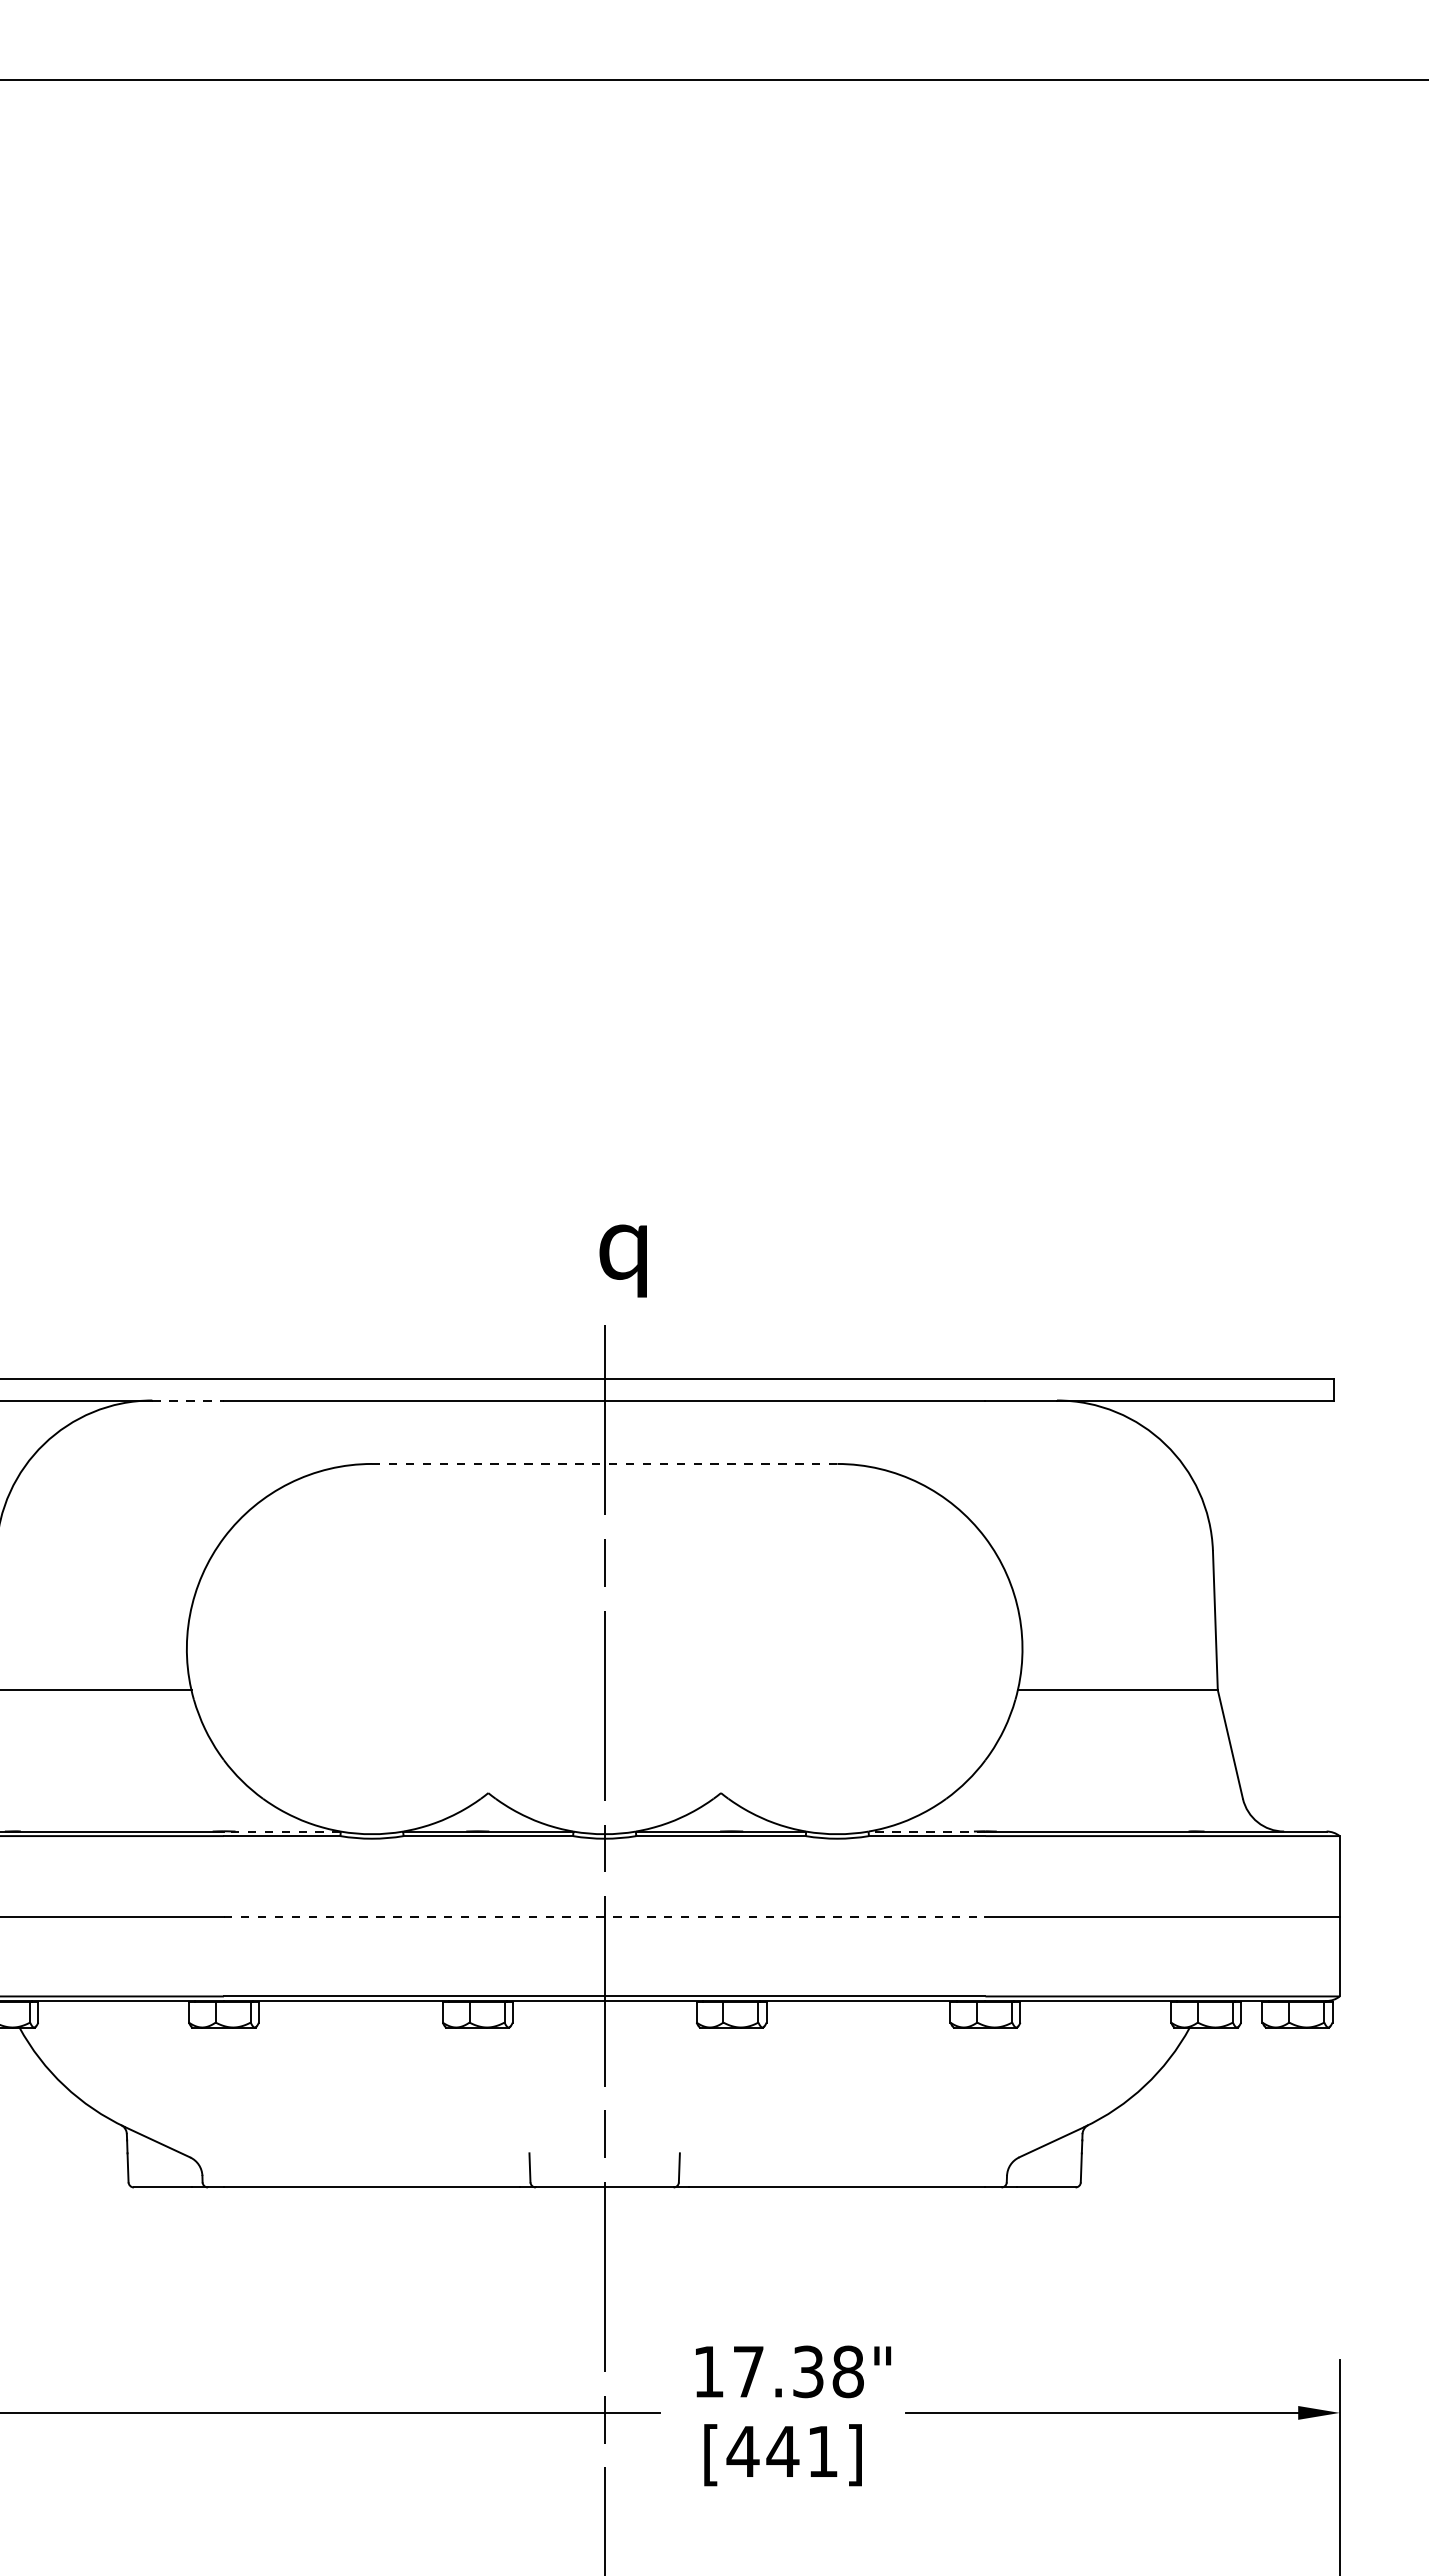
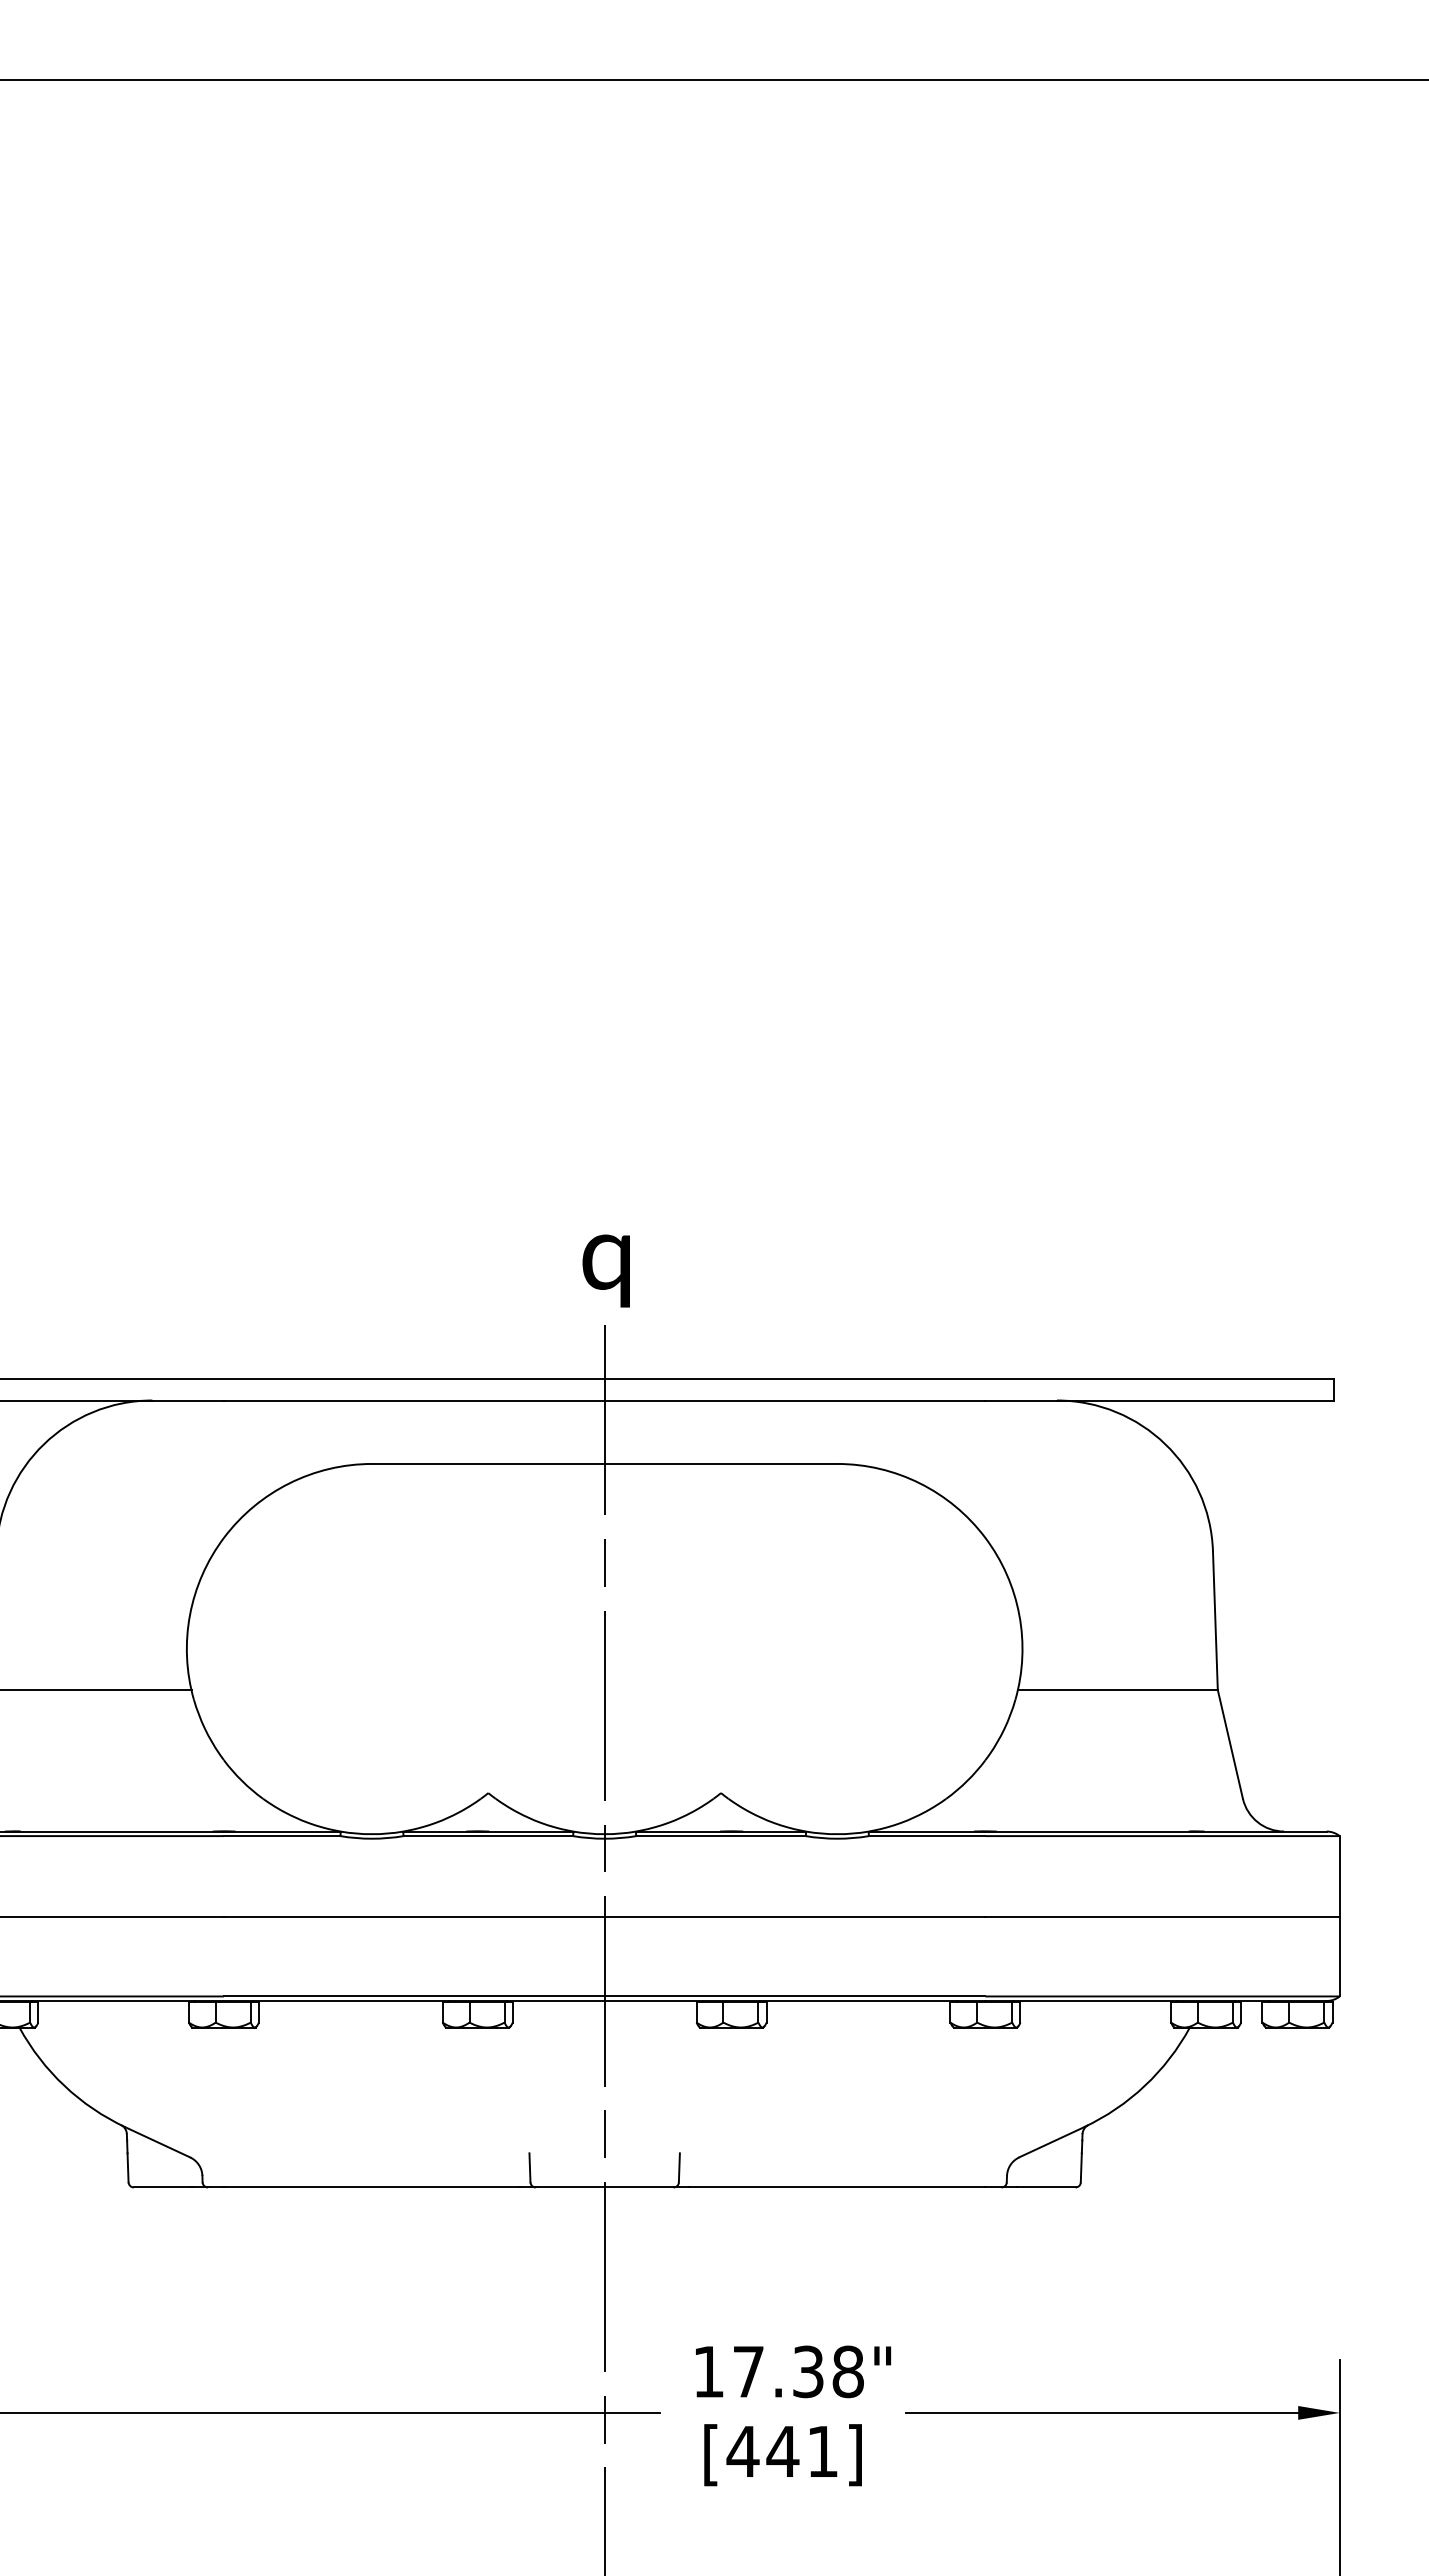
text at (622, 1260) position: (622, 1260) -> (605, 1270)
line at (188, 1400): dashed -> solid
line at (604, 1463): dashed -> solid
line at (281, 1831): dashed -> solid
line at (926, 1831): dashed -> solid
line at (604, 1916): dashed -> solid
